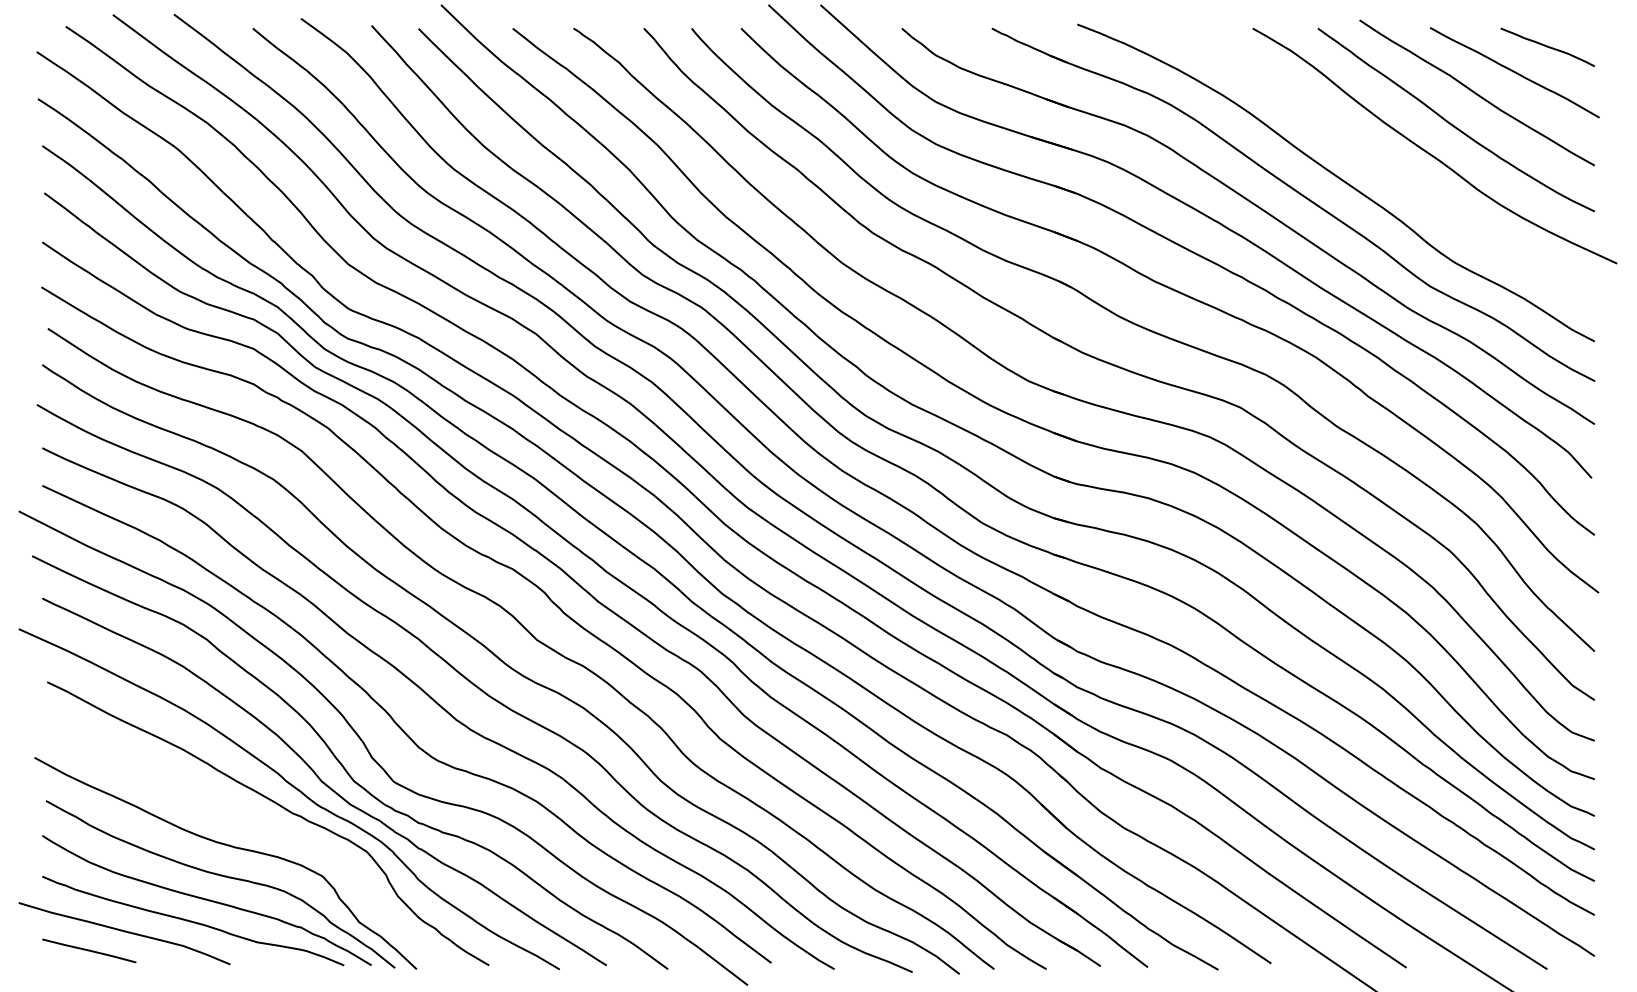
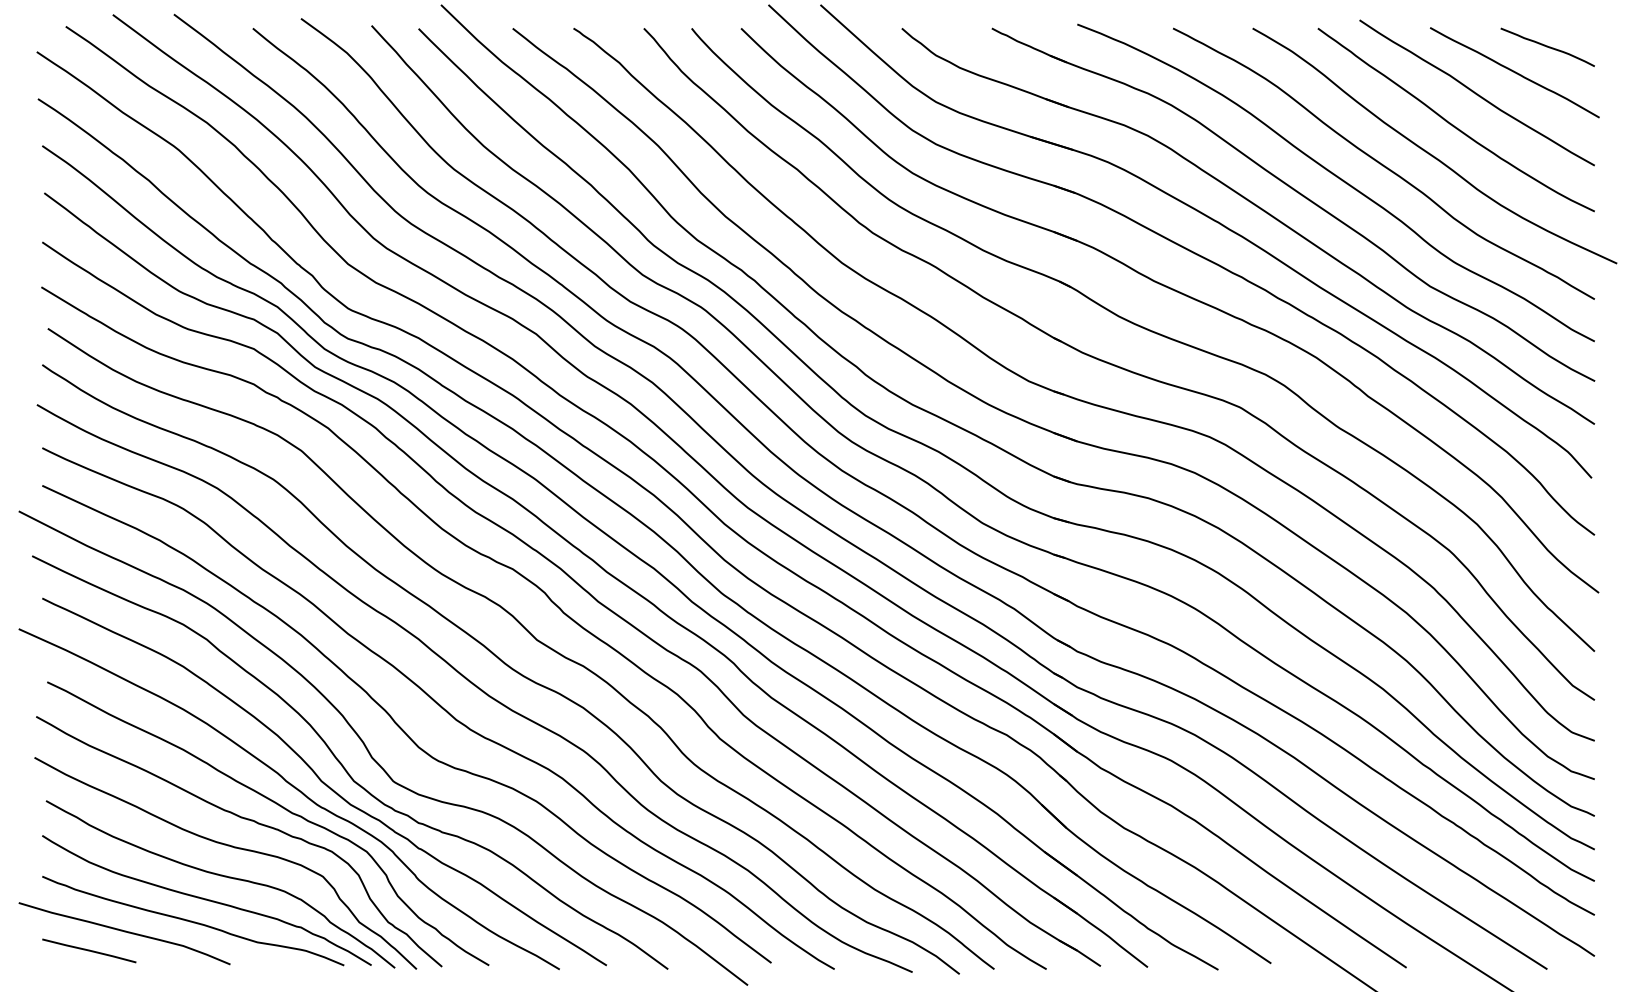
curve at (1382, 163): none -> present
curve at (247, 820): none -> present
